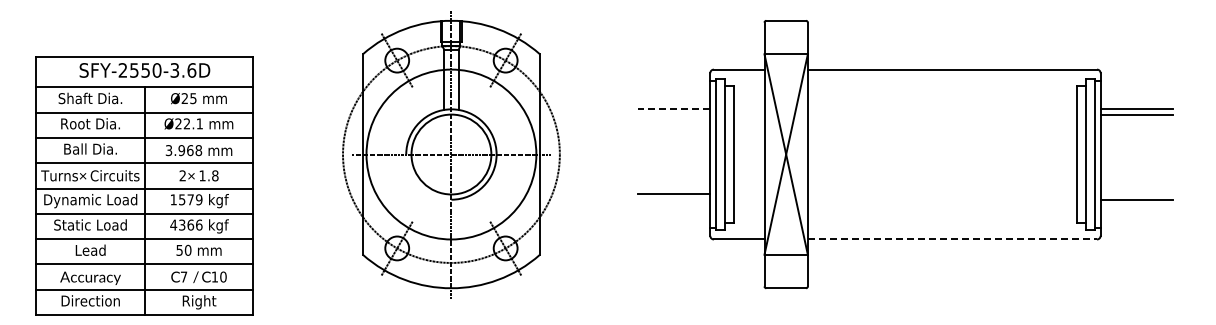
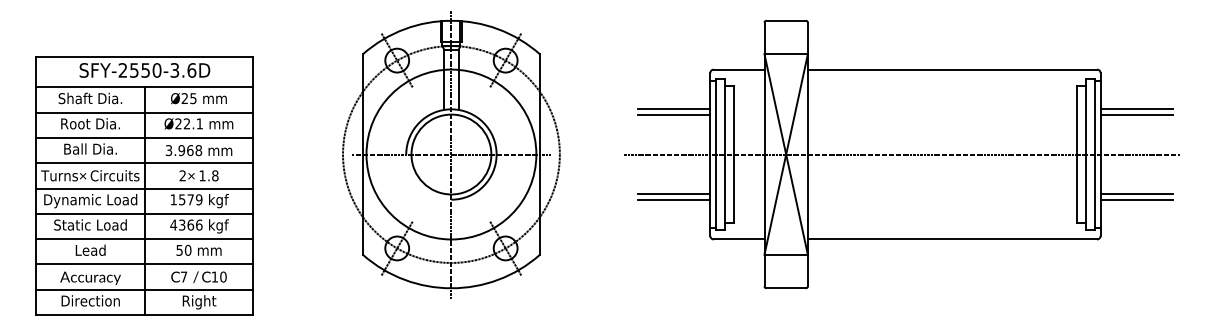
line at (673, 109): dashed -> solid
line at (673, 114): none -> present
line at (901, 154): none -> present
line at (1136, 194): none -> present
line at (673, 199): none -> present
line at (952, 239): dashed -> solid
